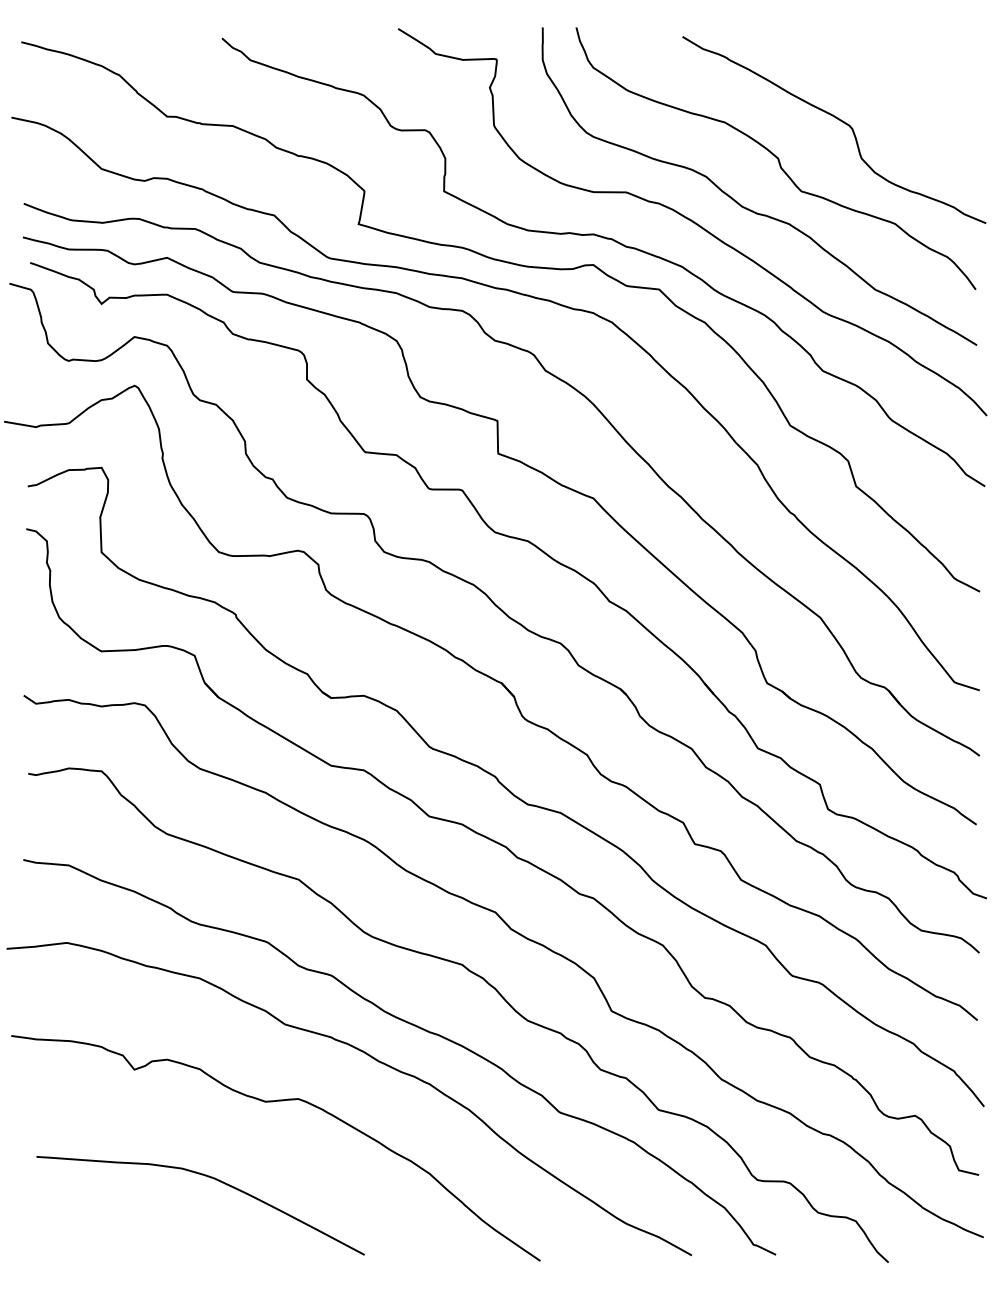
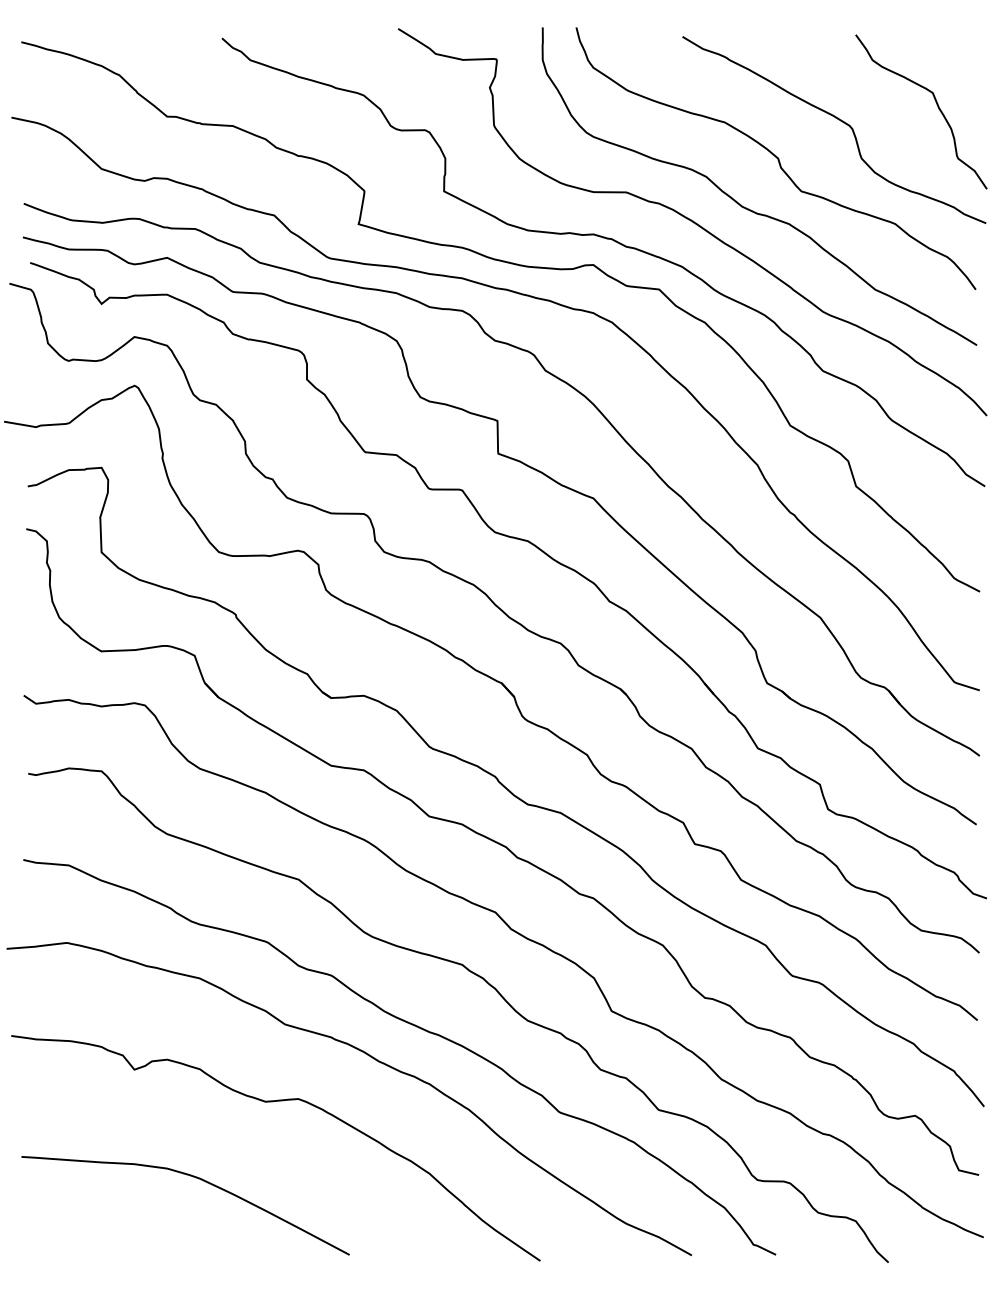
curve at (937, 107): none -> present
curve at (210, 1178) position: (210, 1178) -> (195, 1178)
